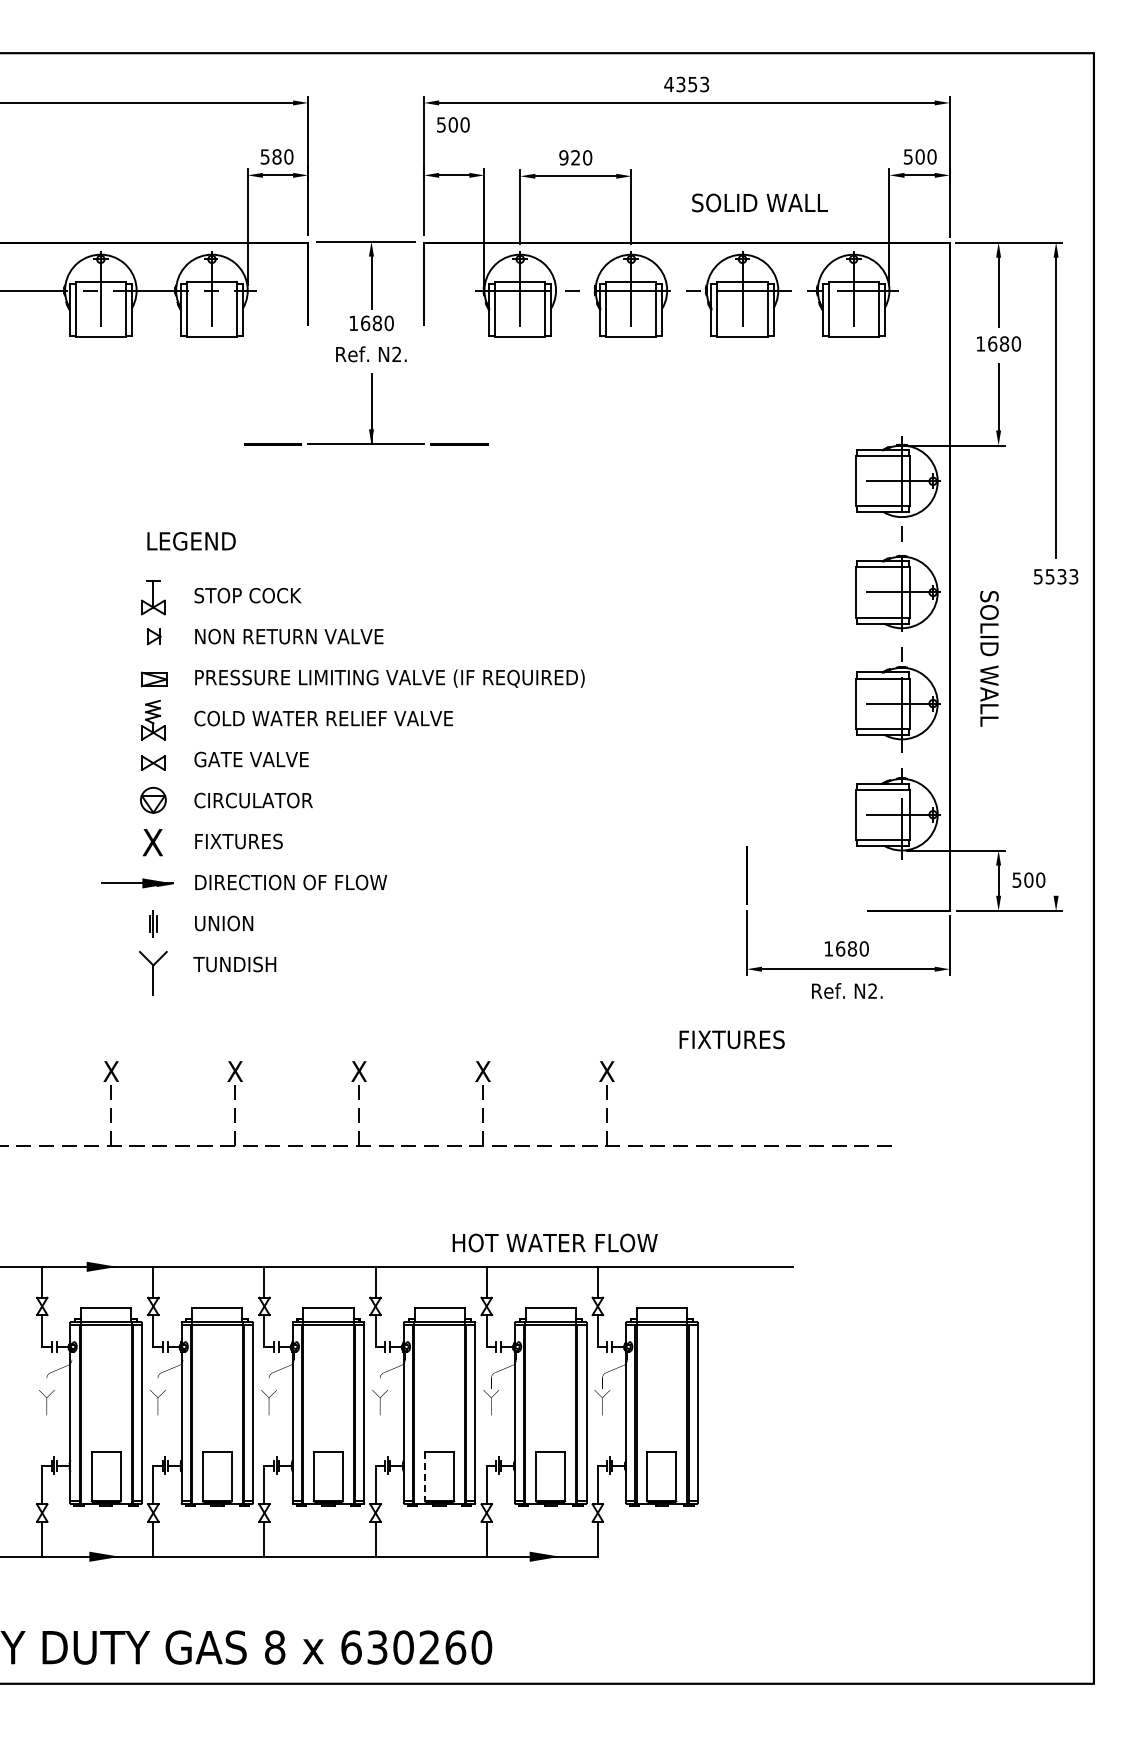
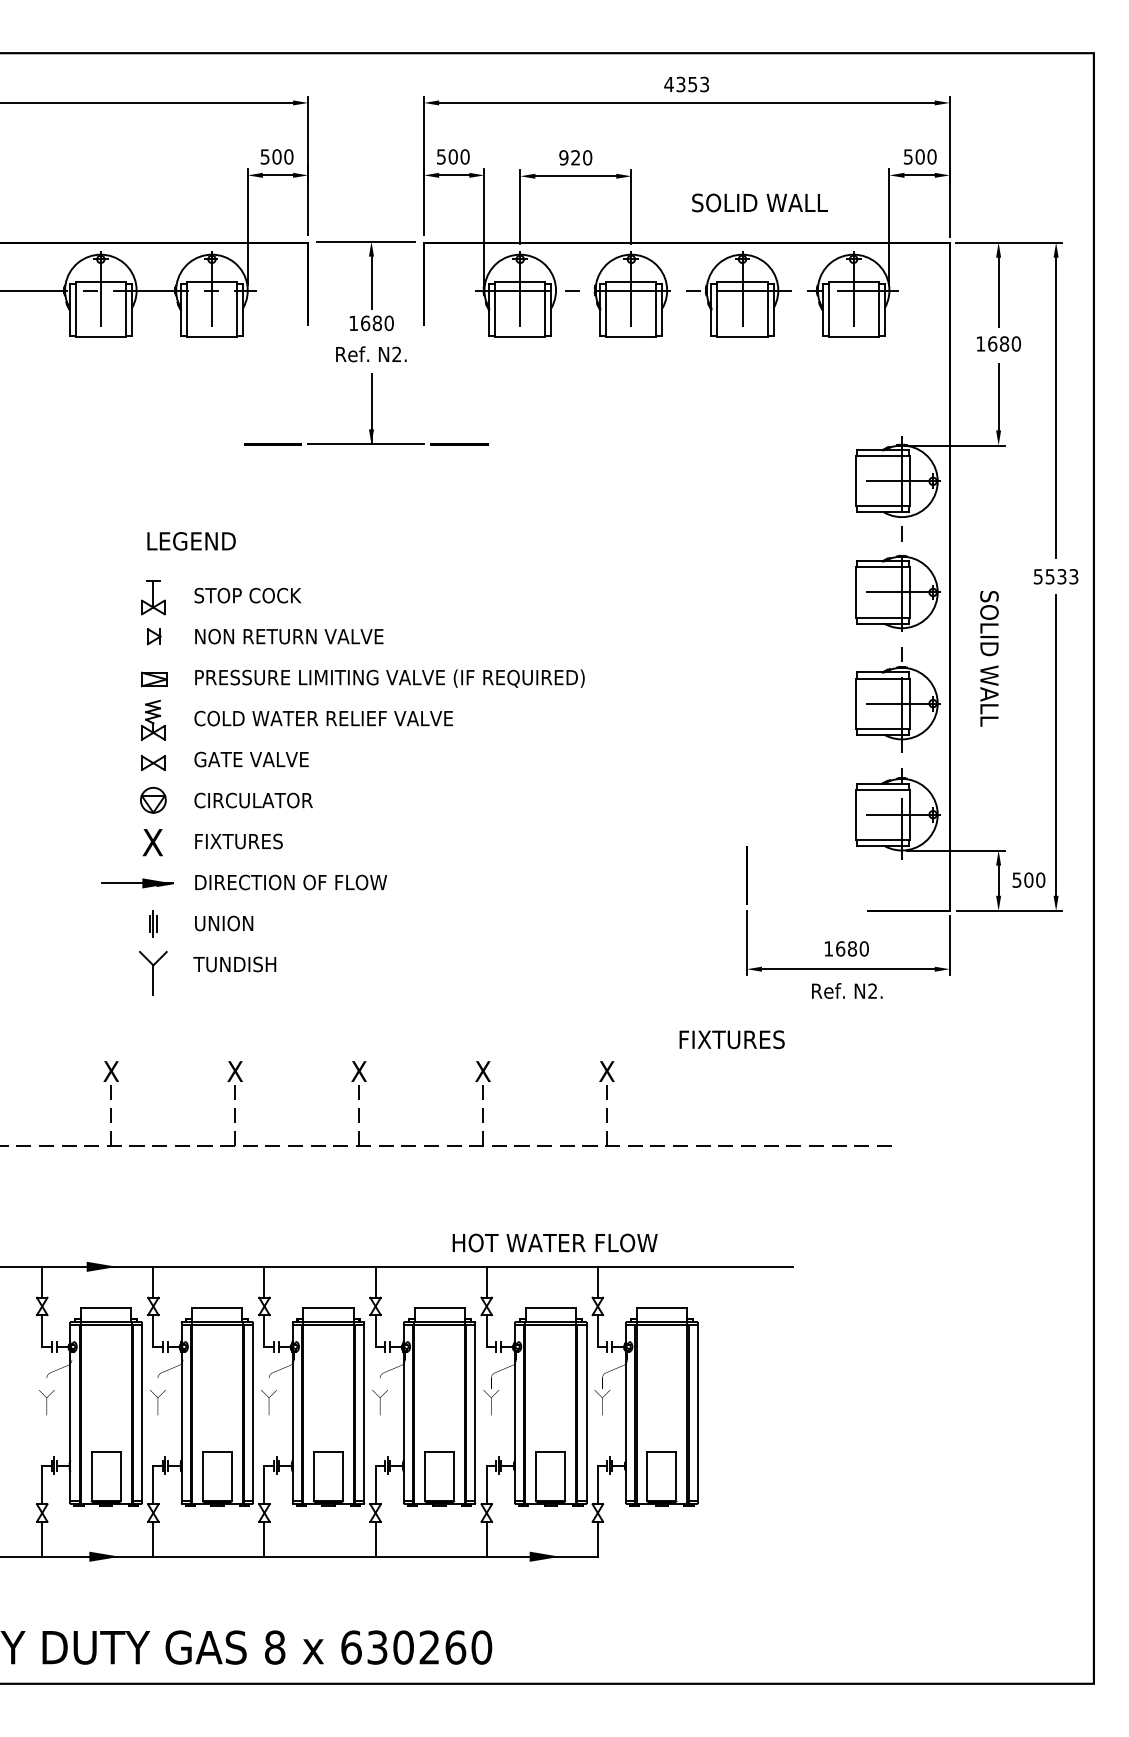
text at (453, 124) position: (453, 124) -> (453, 156)
text at (276, 156): 580 -> 500
line at (1056, 745): none -> present
line at (425, 1476): dashed -> solid
